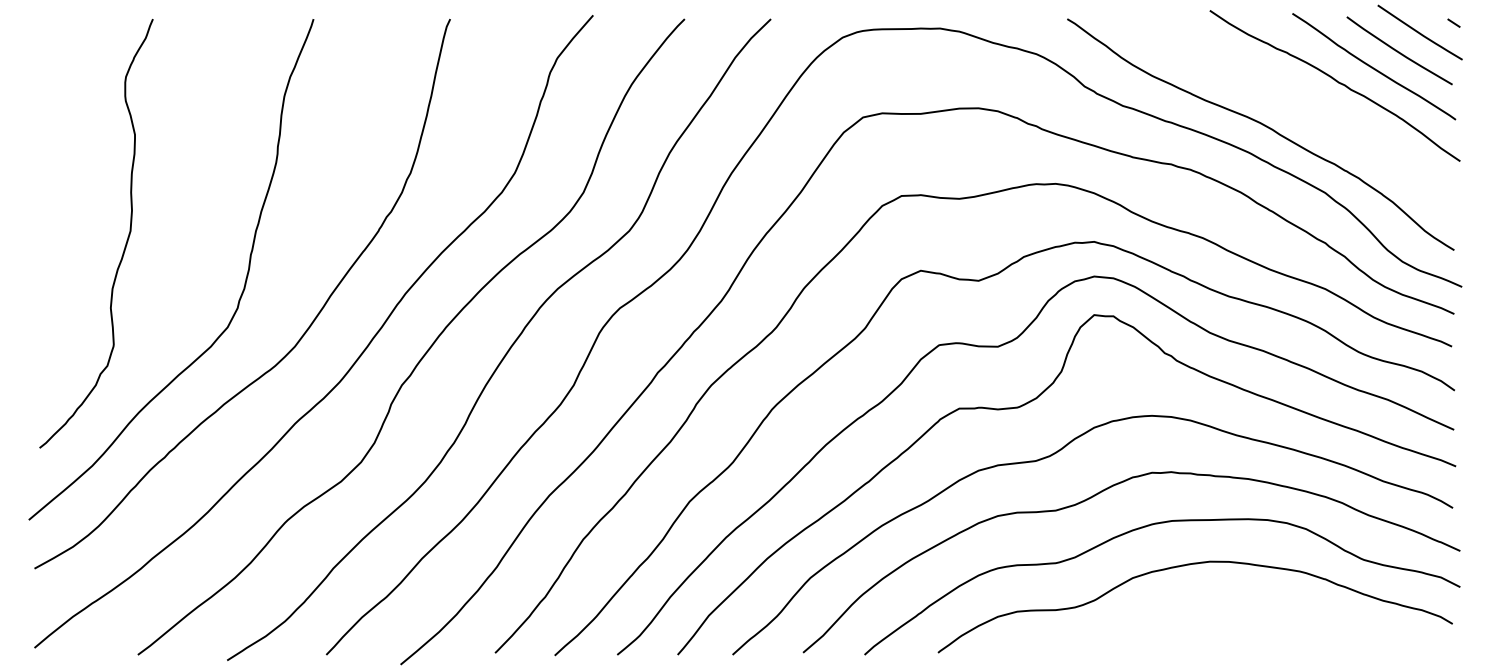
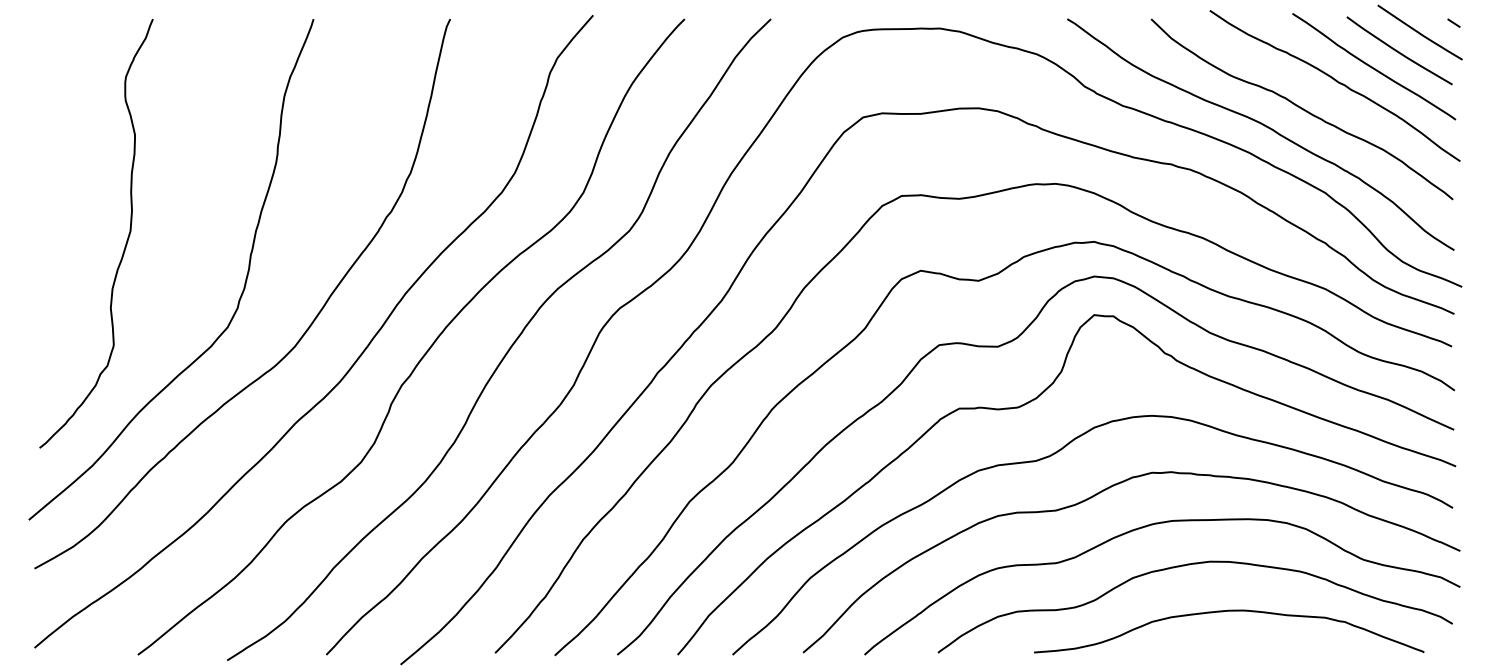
curve at (1301, 109): none -> present
curve at (1229, 611): none -> present
